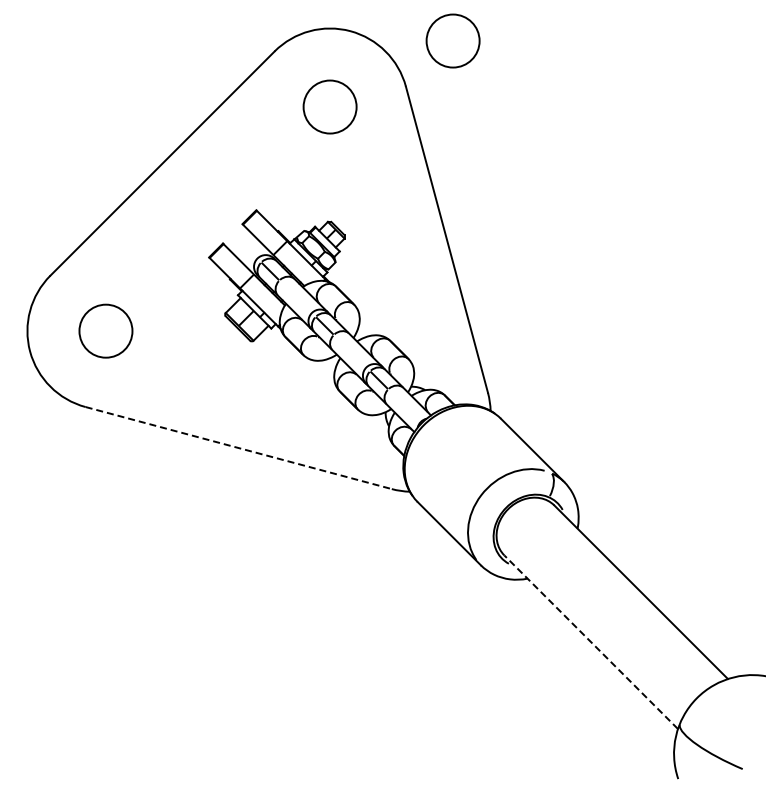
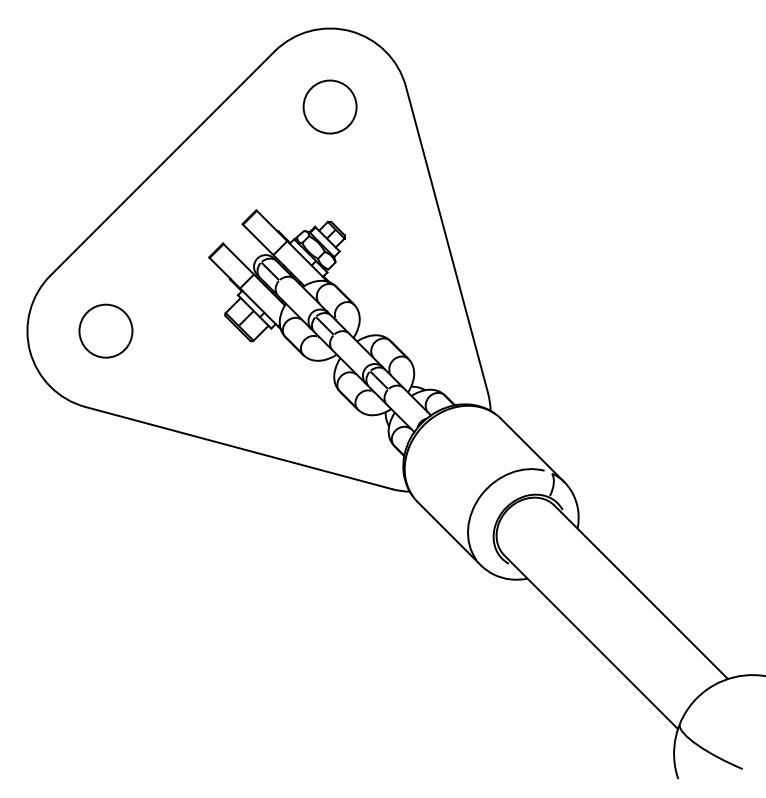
circle at (452, 40): present -> none
line at (239, 448): dashed -> solid
line at (591, 642): dashed -> solid
